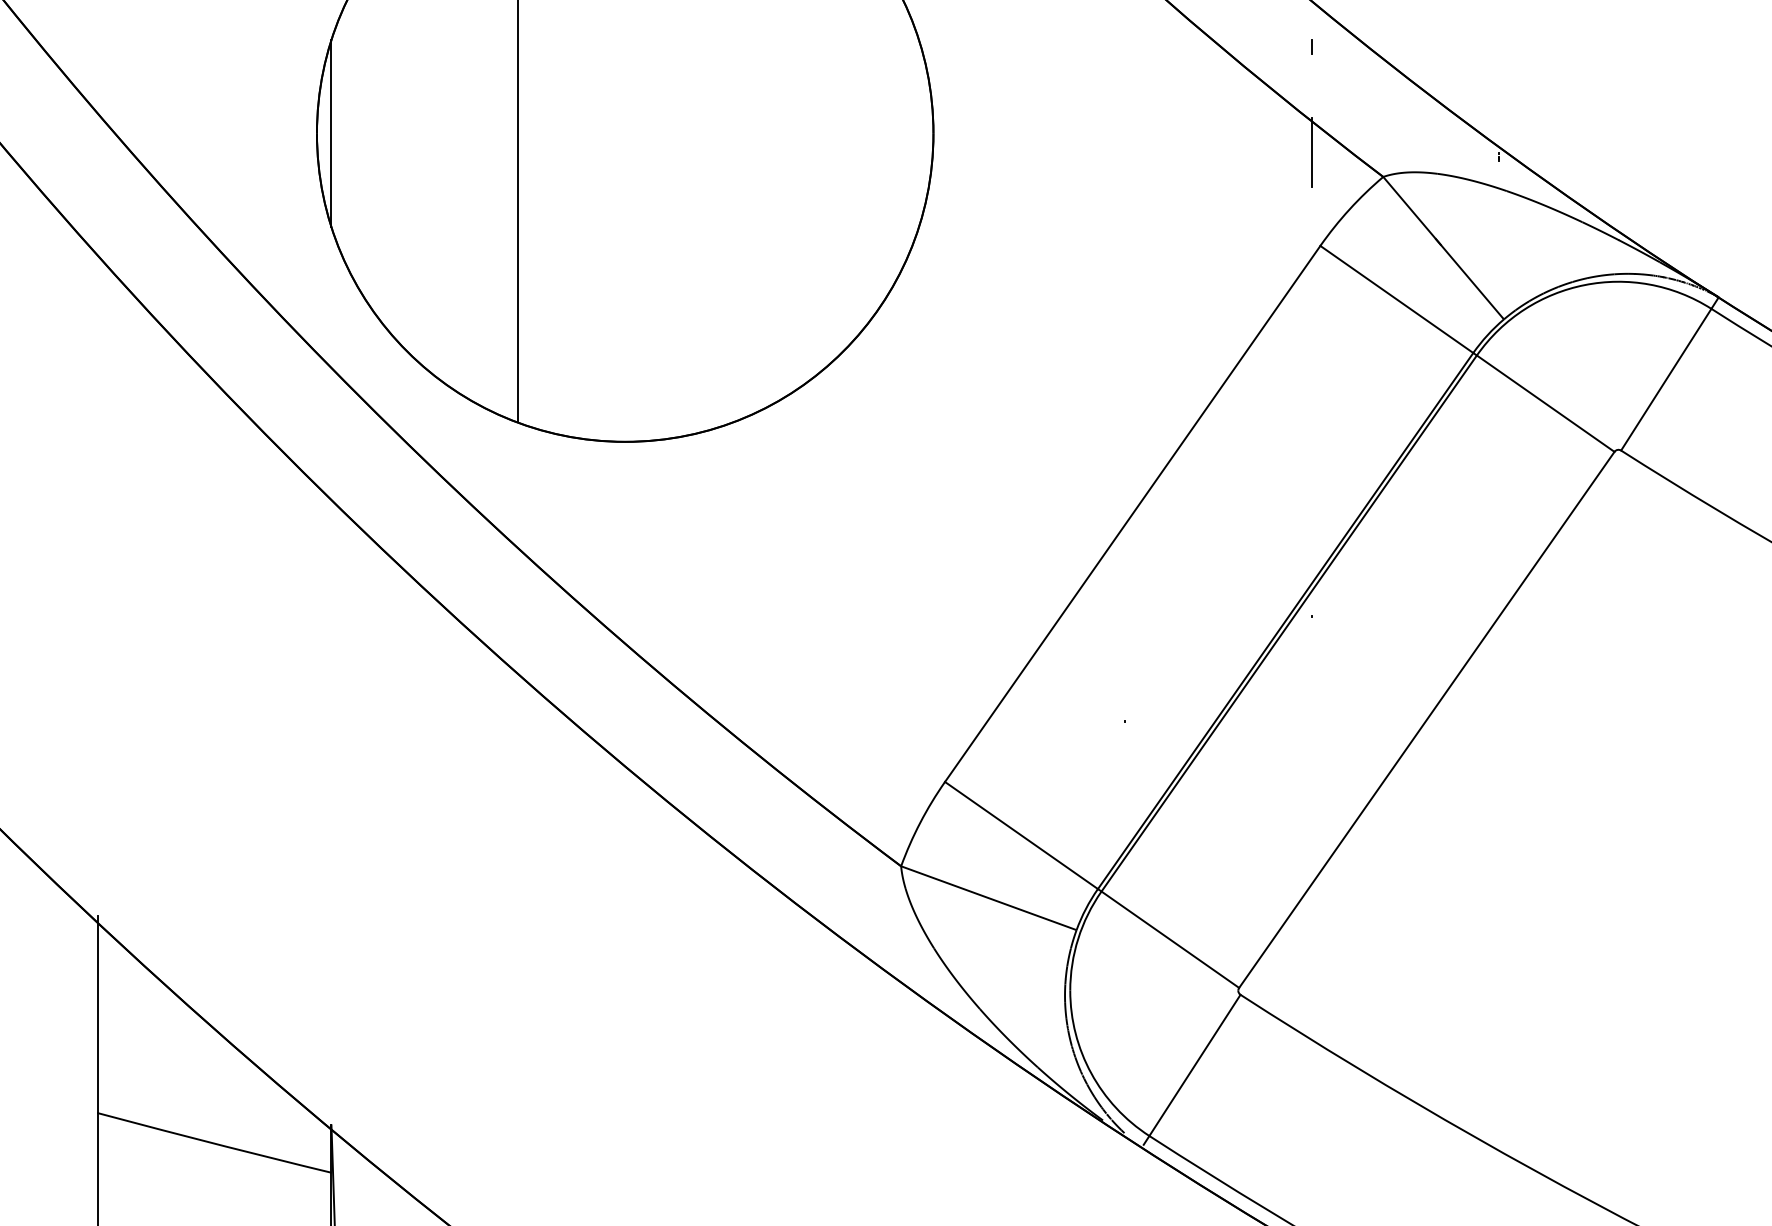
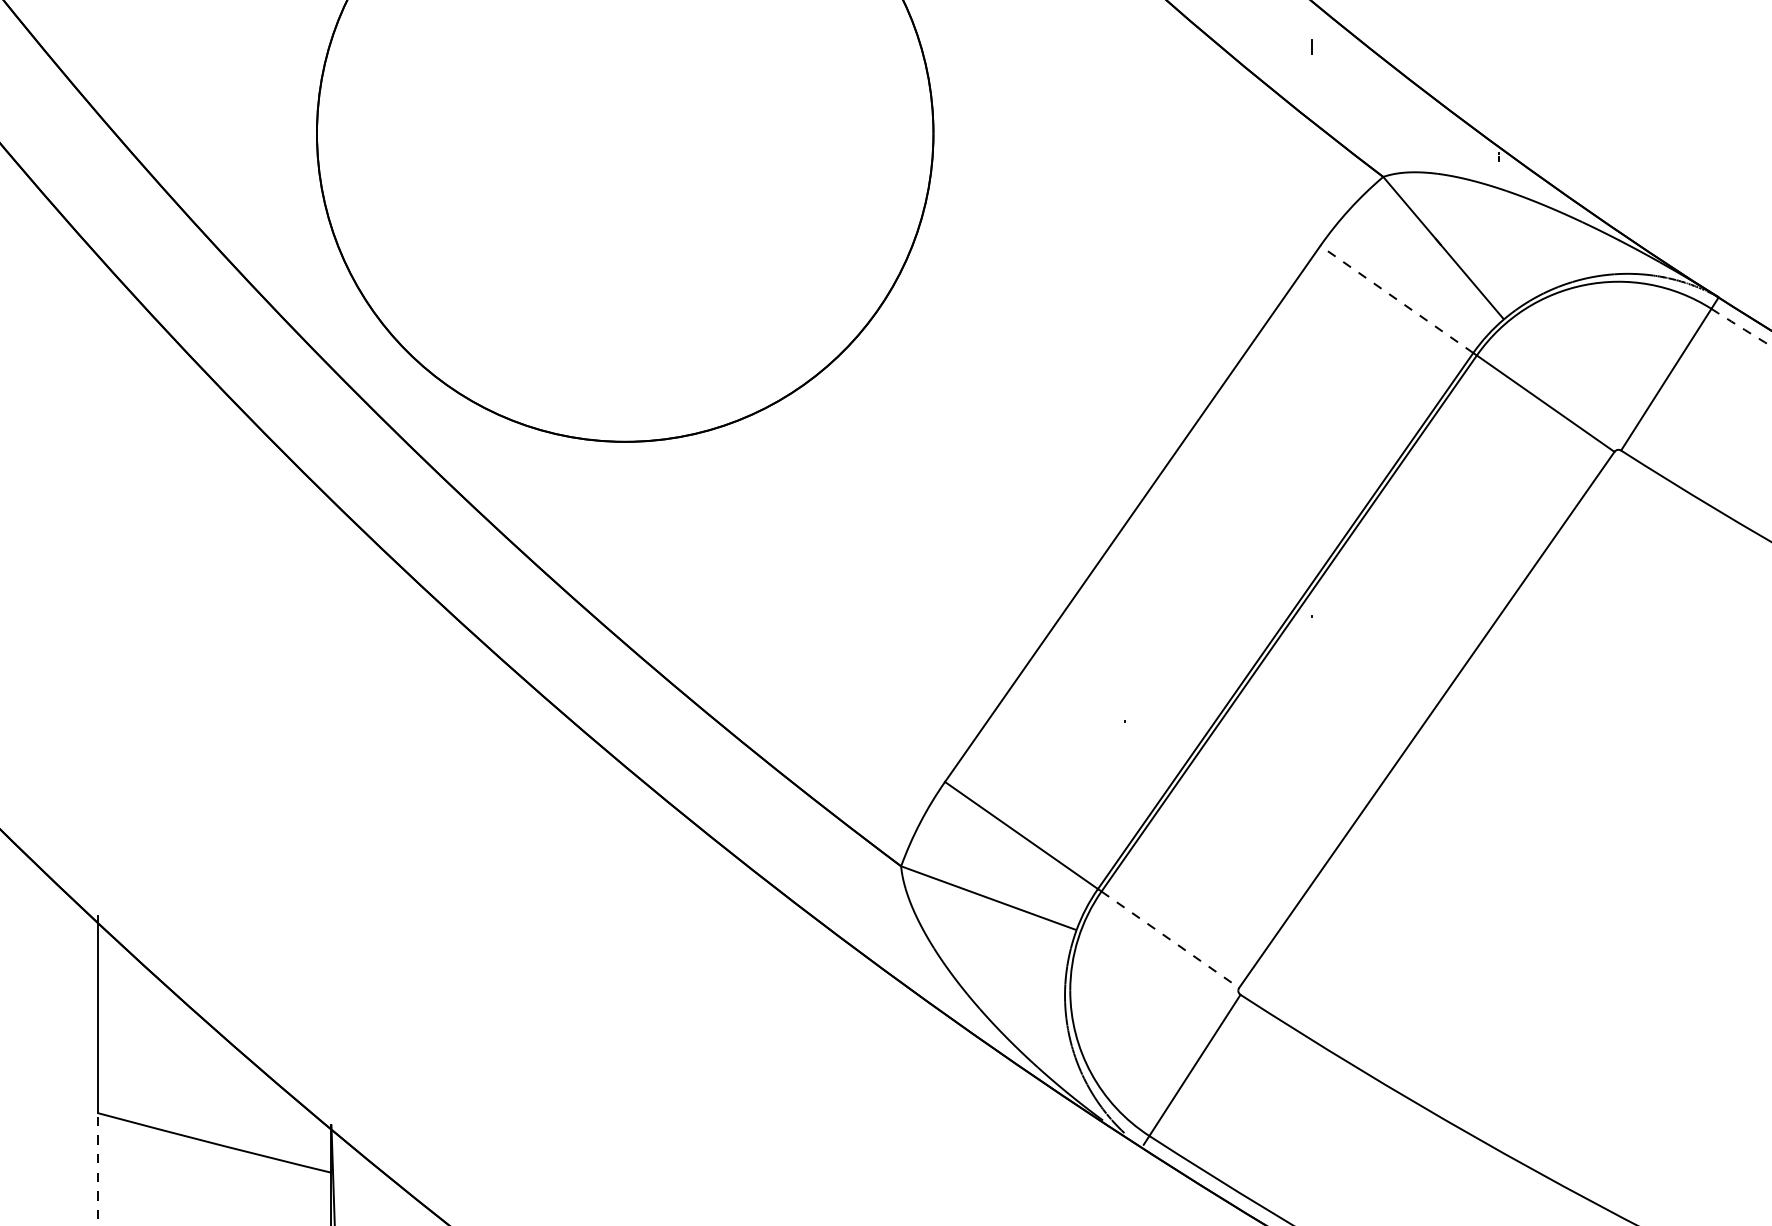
line at (331, 133): present -> none
line at (1312, 152): present -> none
line at (518, 212): present -> none
line at (1396, 299): solid -> dashed
arc at (1741, 327): solid -> dashed
line at (1170, 940): solid -> dashed
line at (97, 1169): solid -> dashed
